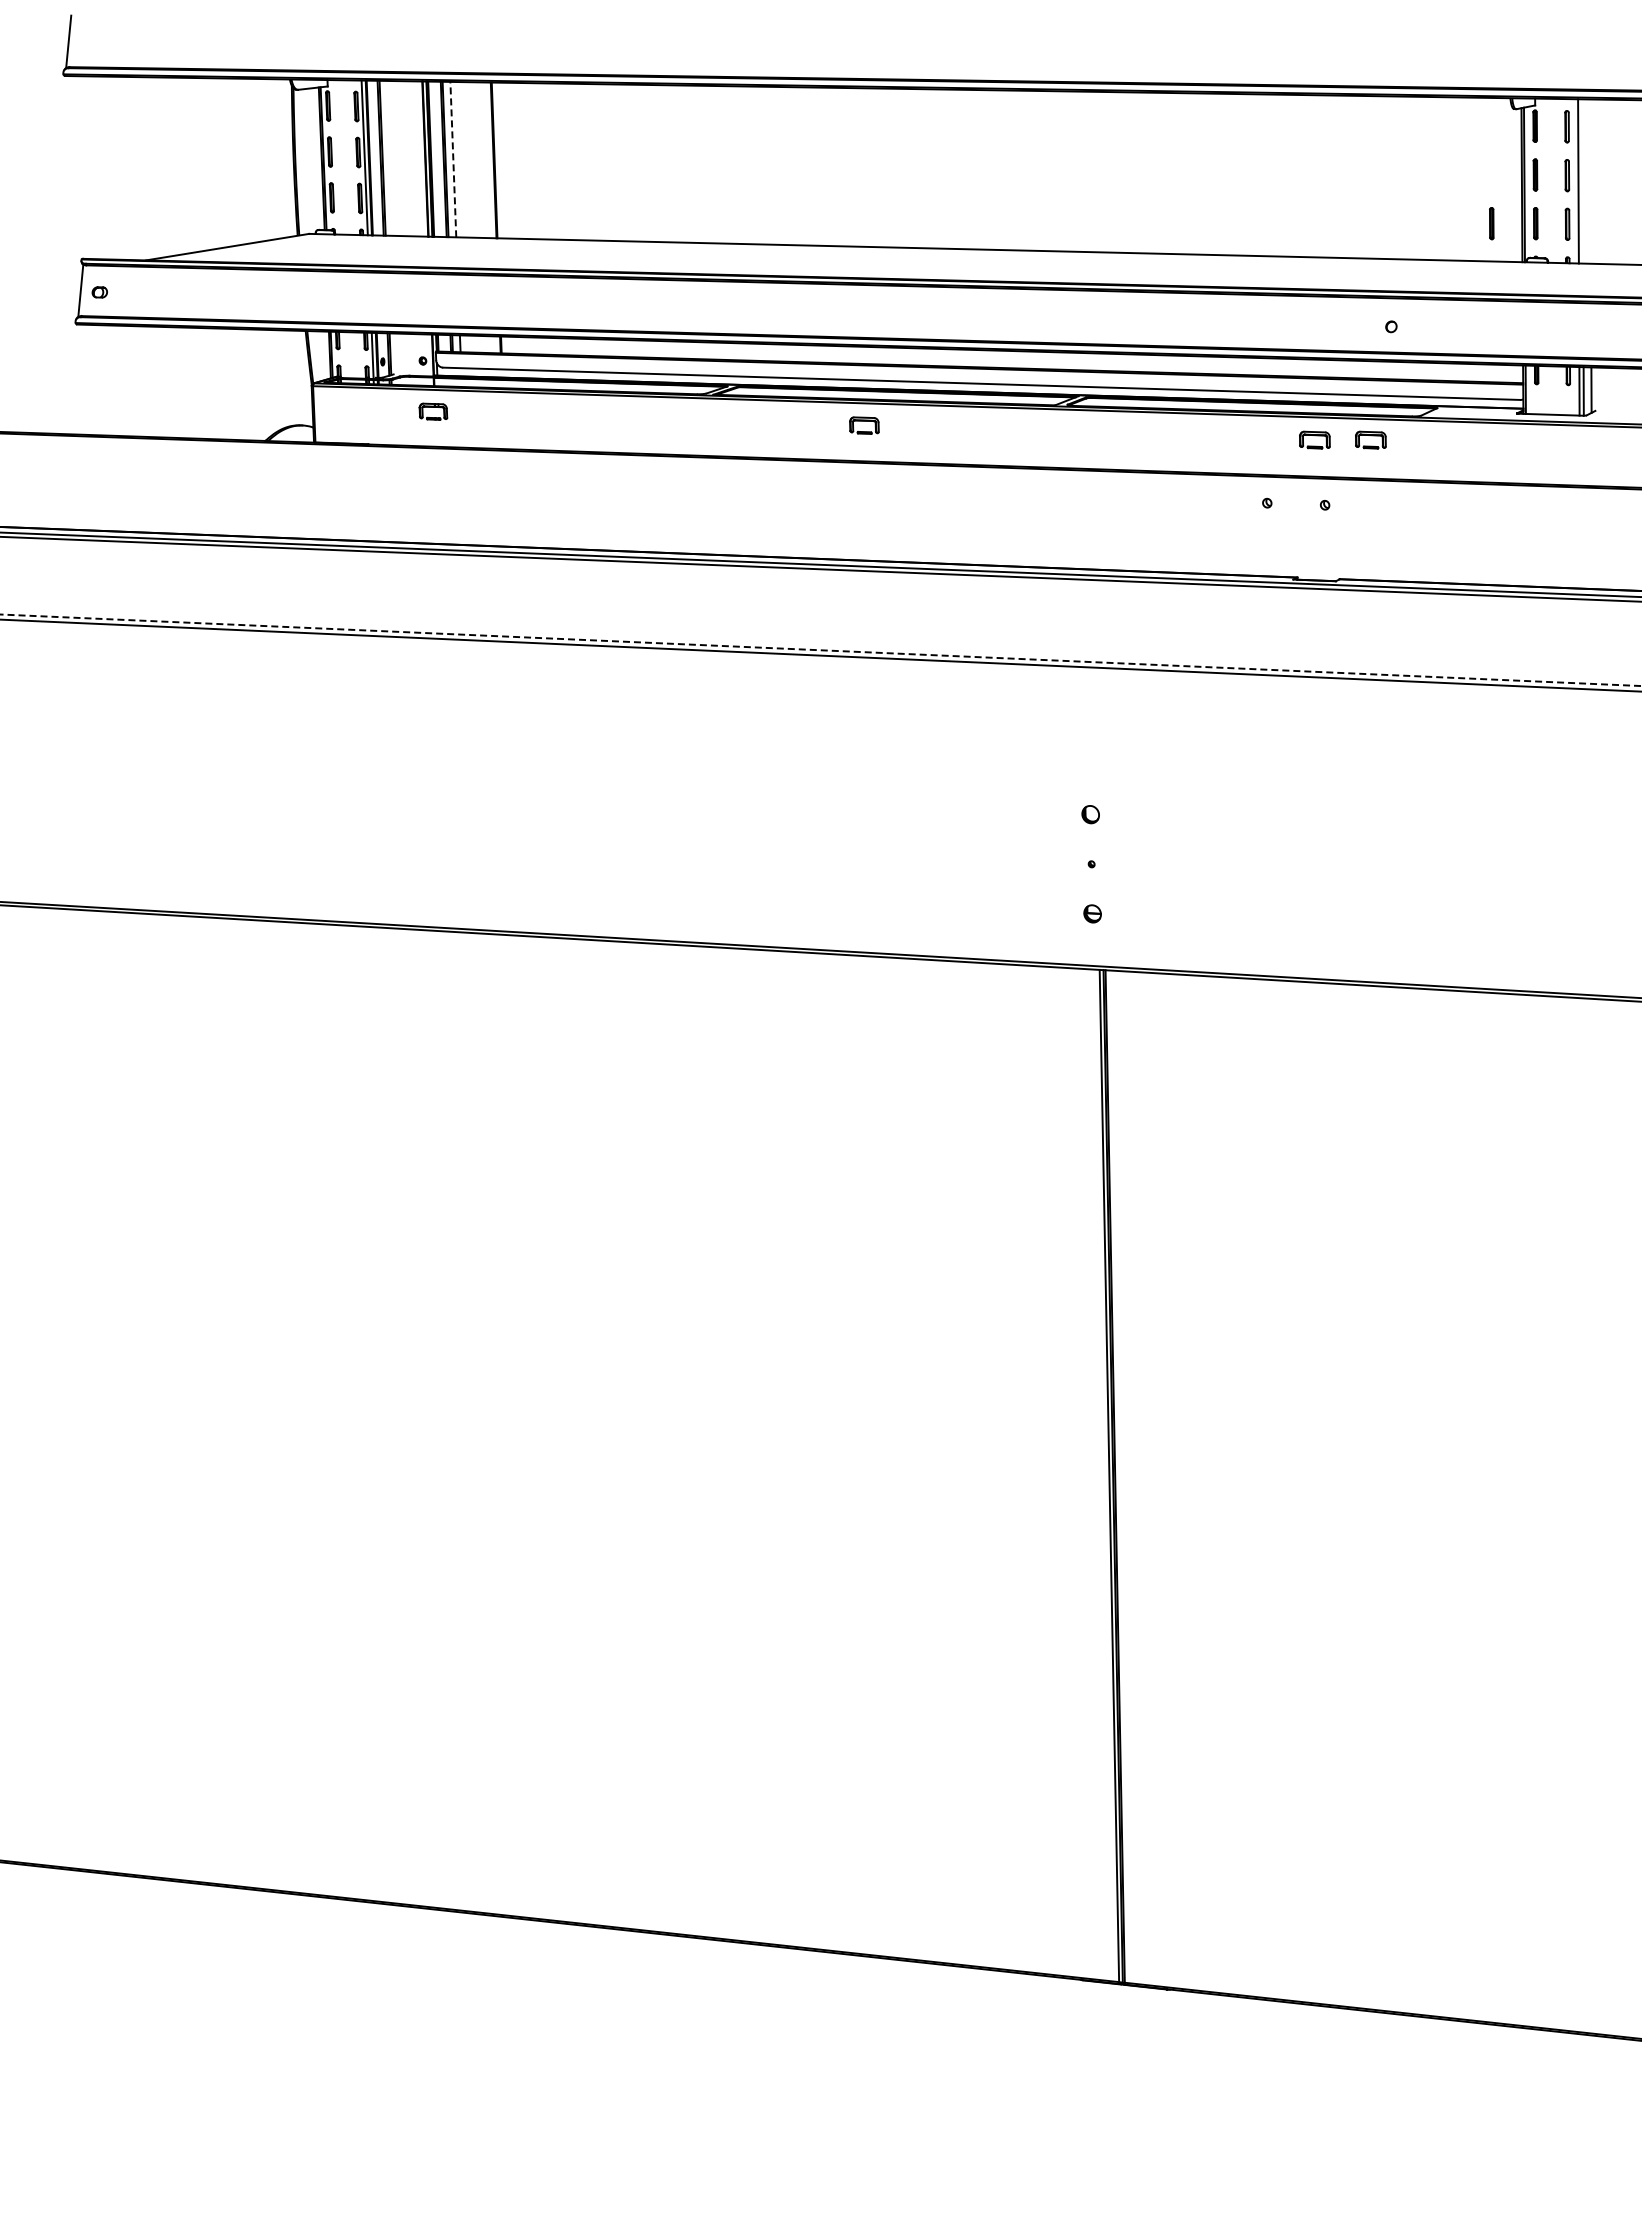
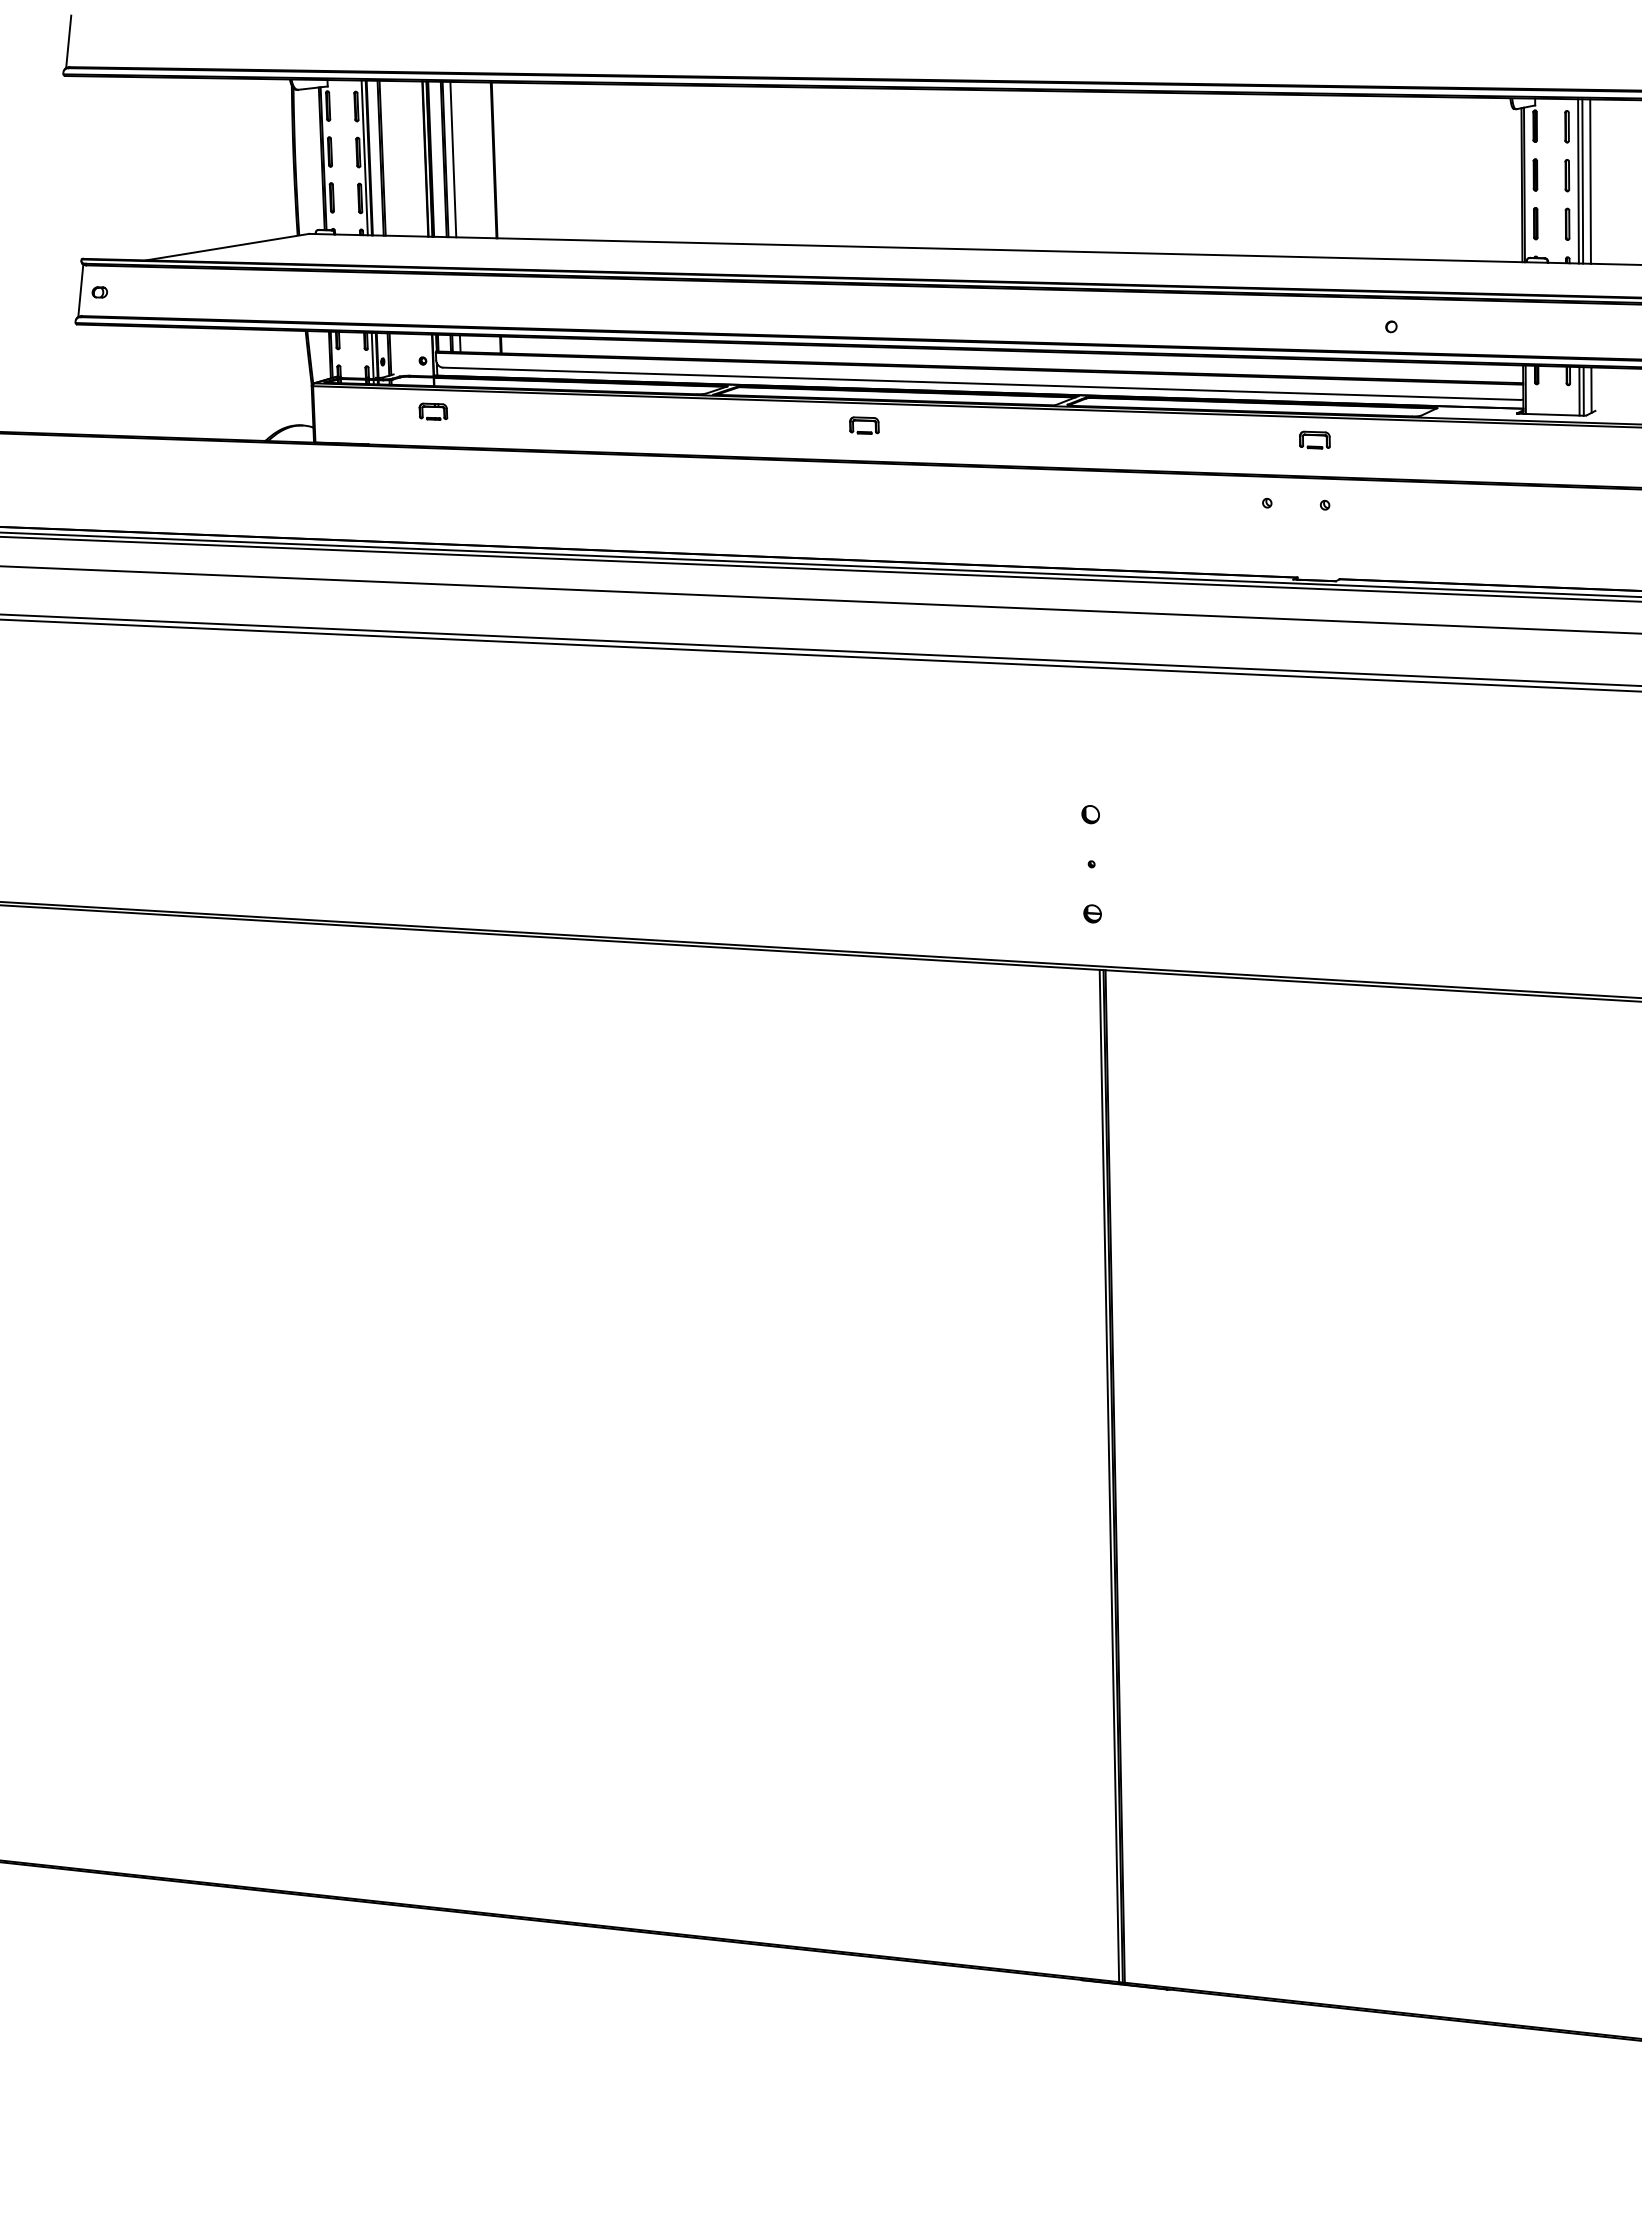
line at (453, 159): dashed -> solid
line at (1582, 181): none -> present
line at (1590, 181): none -> present
part at (1491, 223): present -> none
part at (1370, 439): present -> none
line at (820, 599): none -> present
line at (821, 650): dashed -> solid
